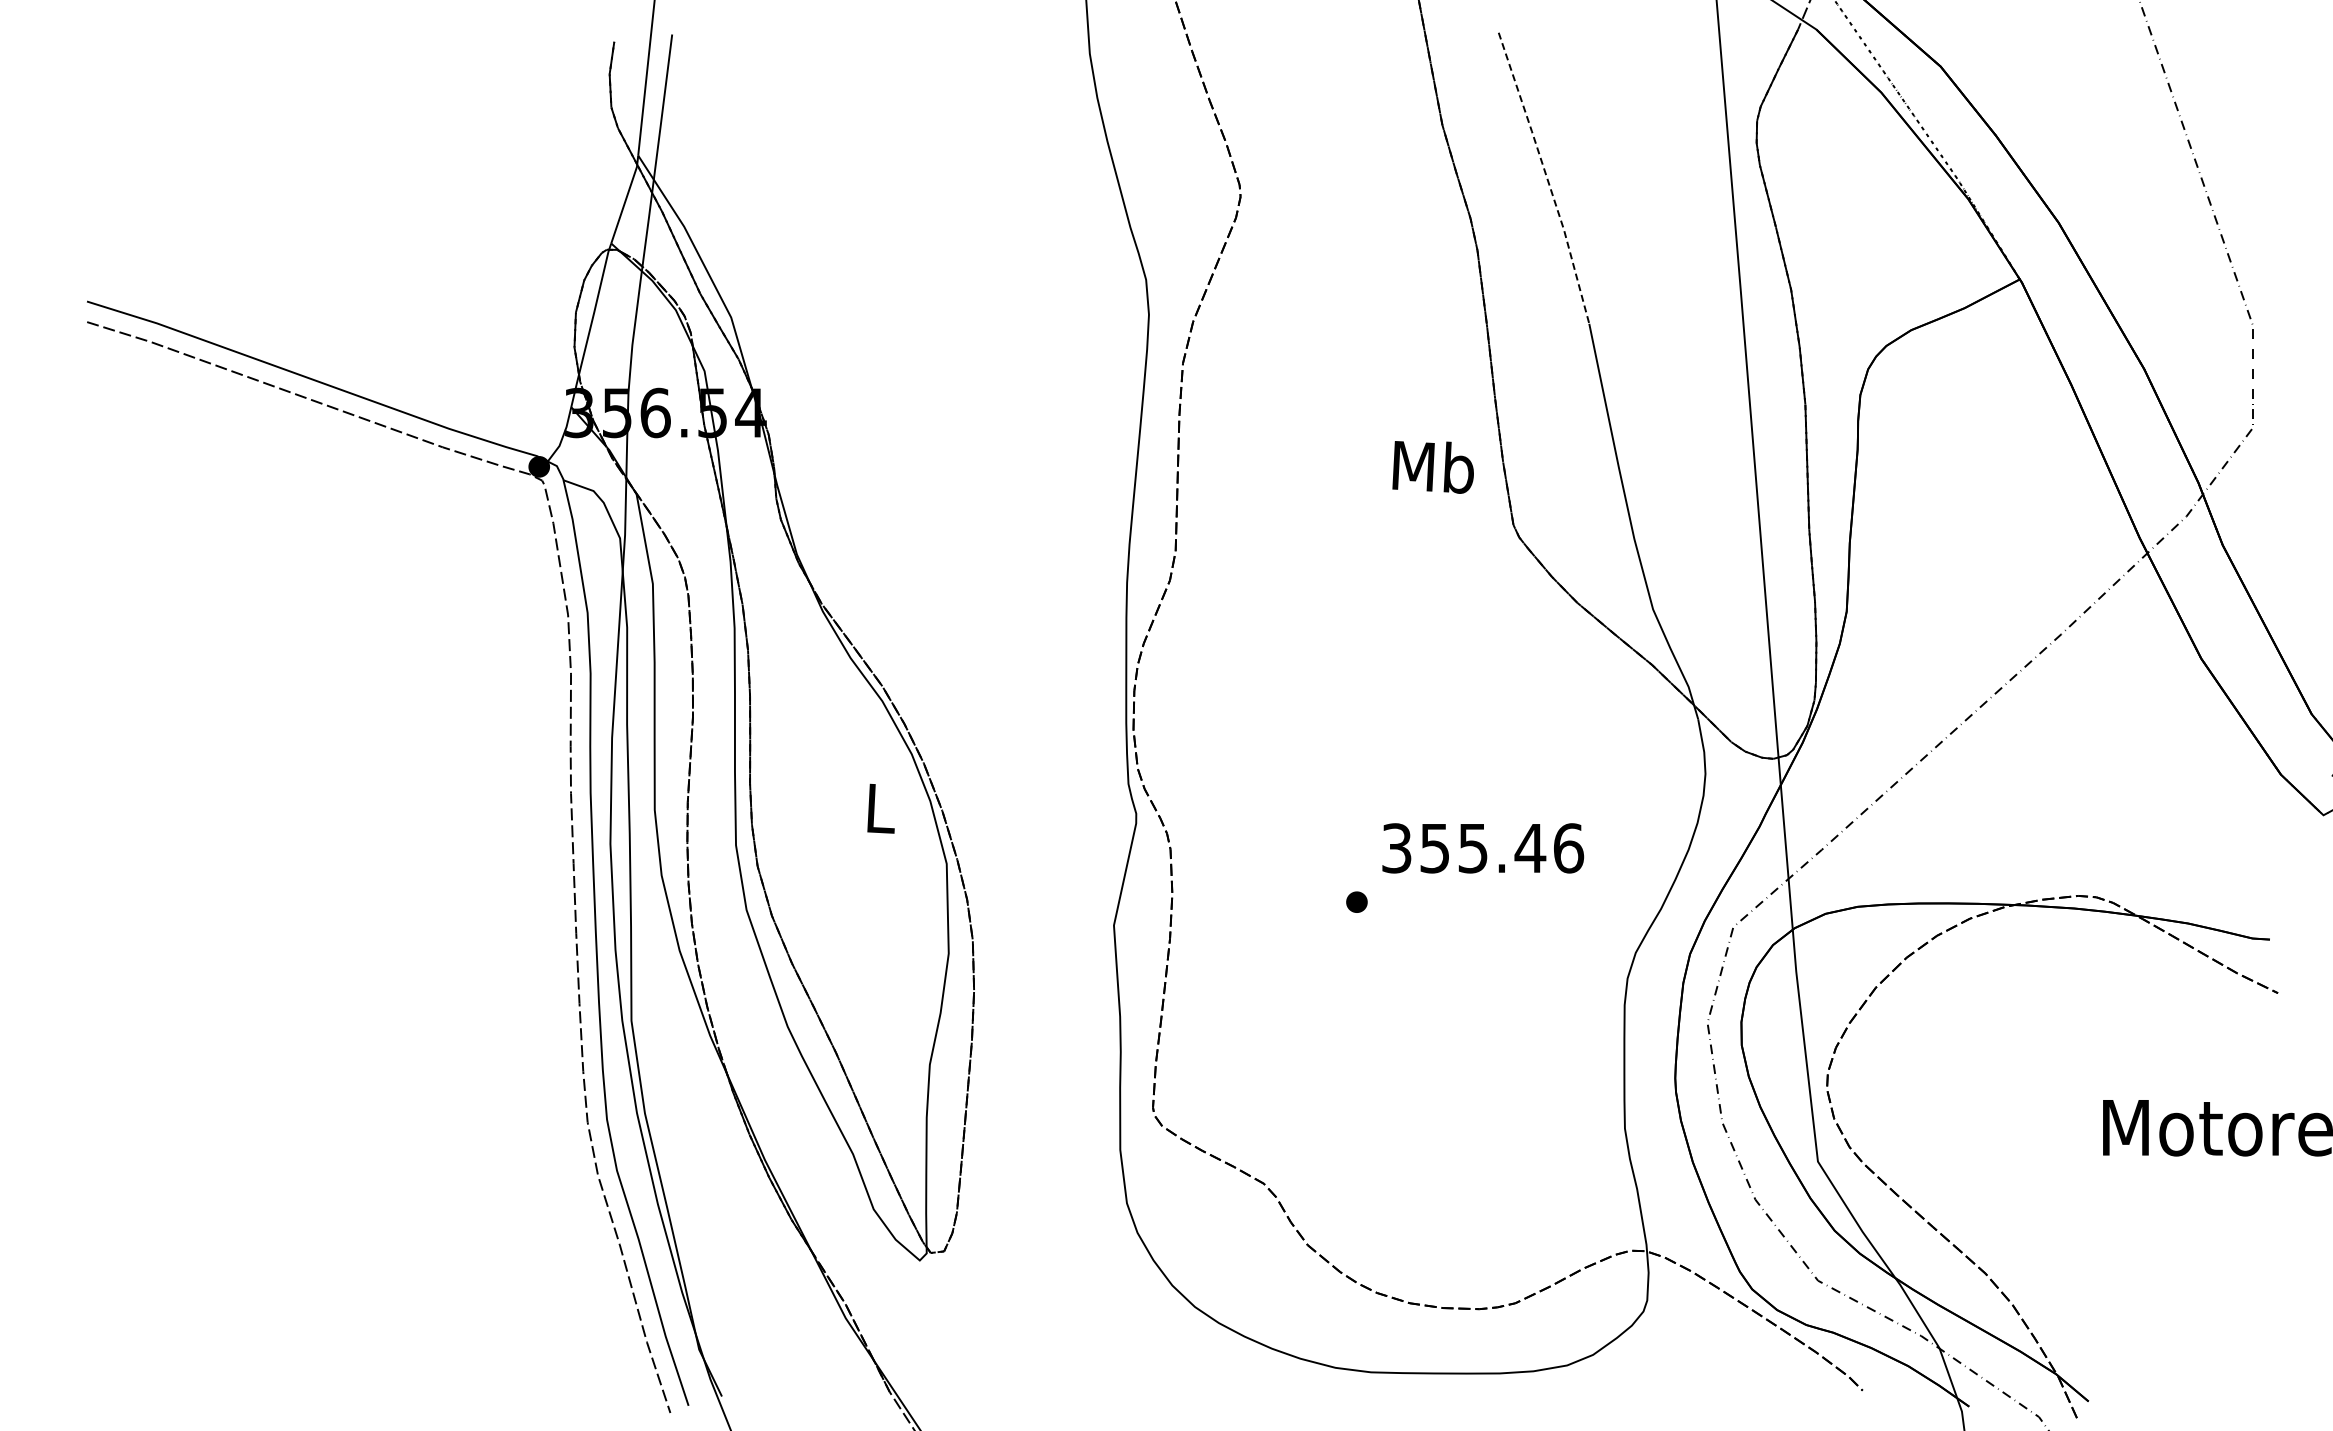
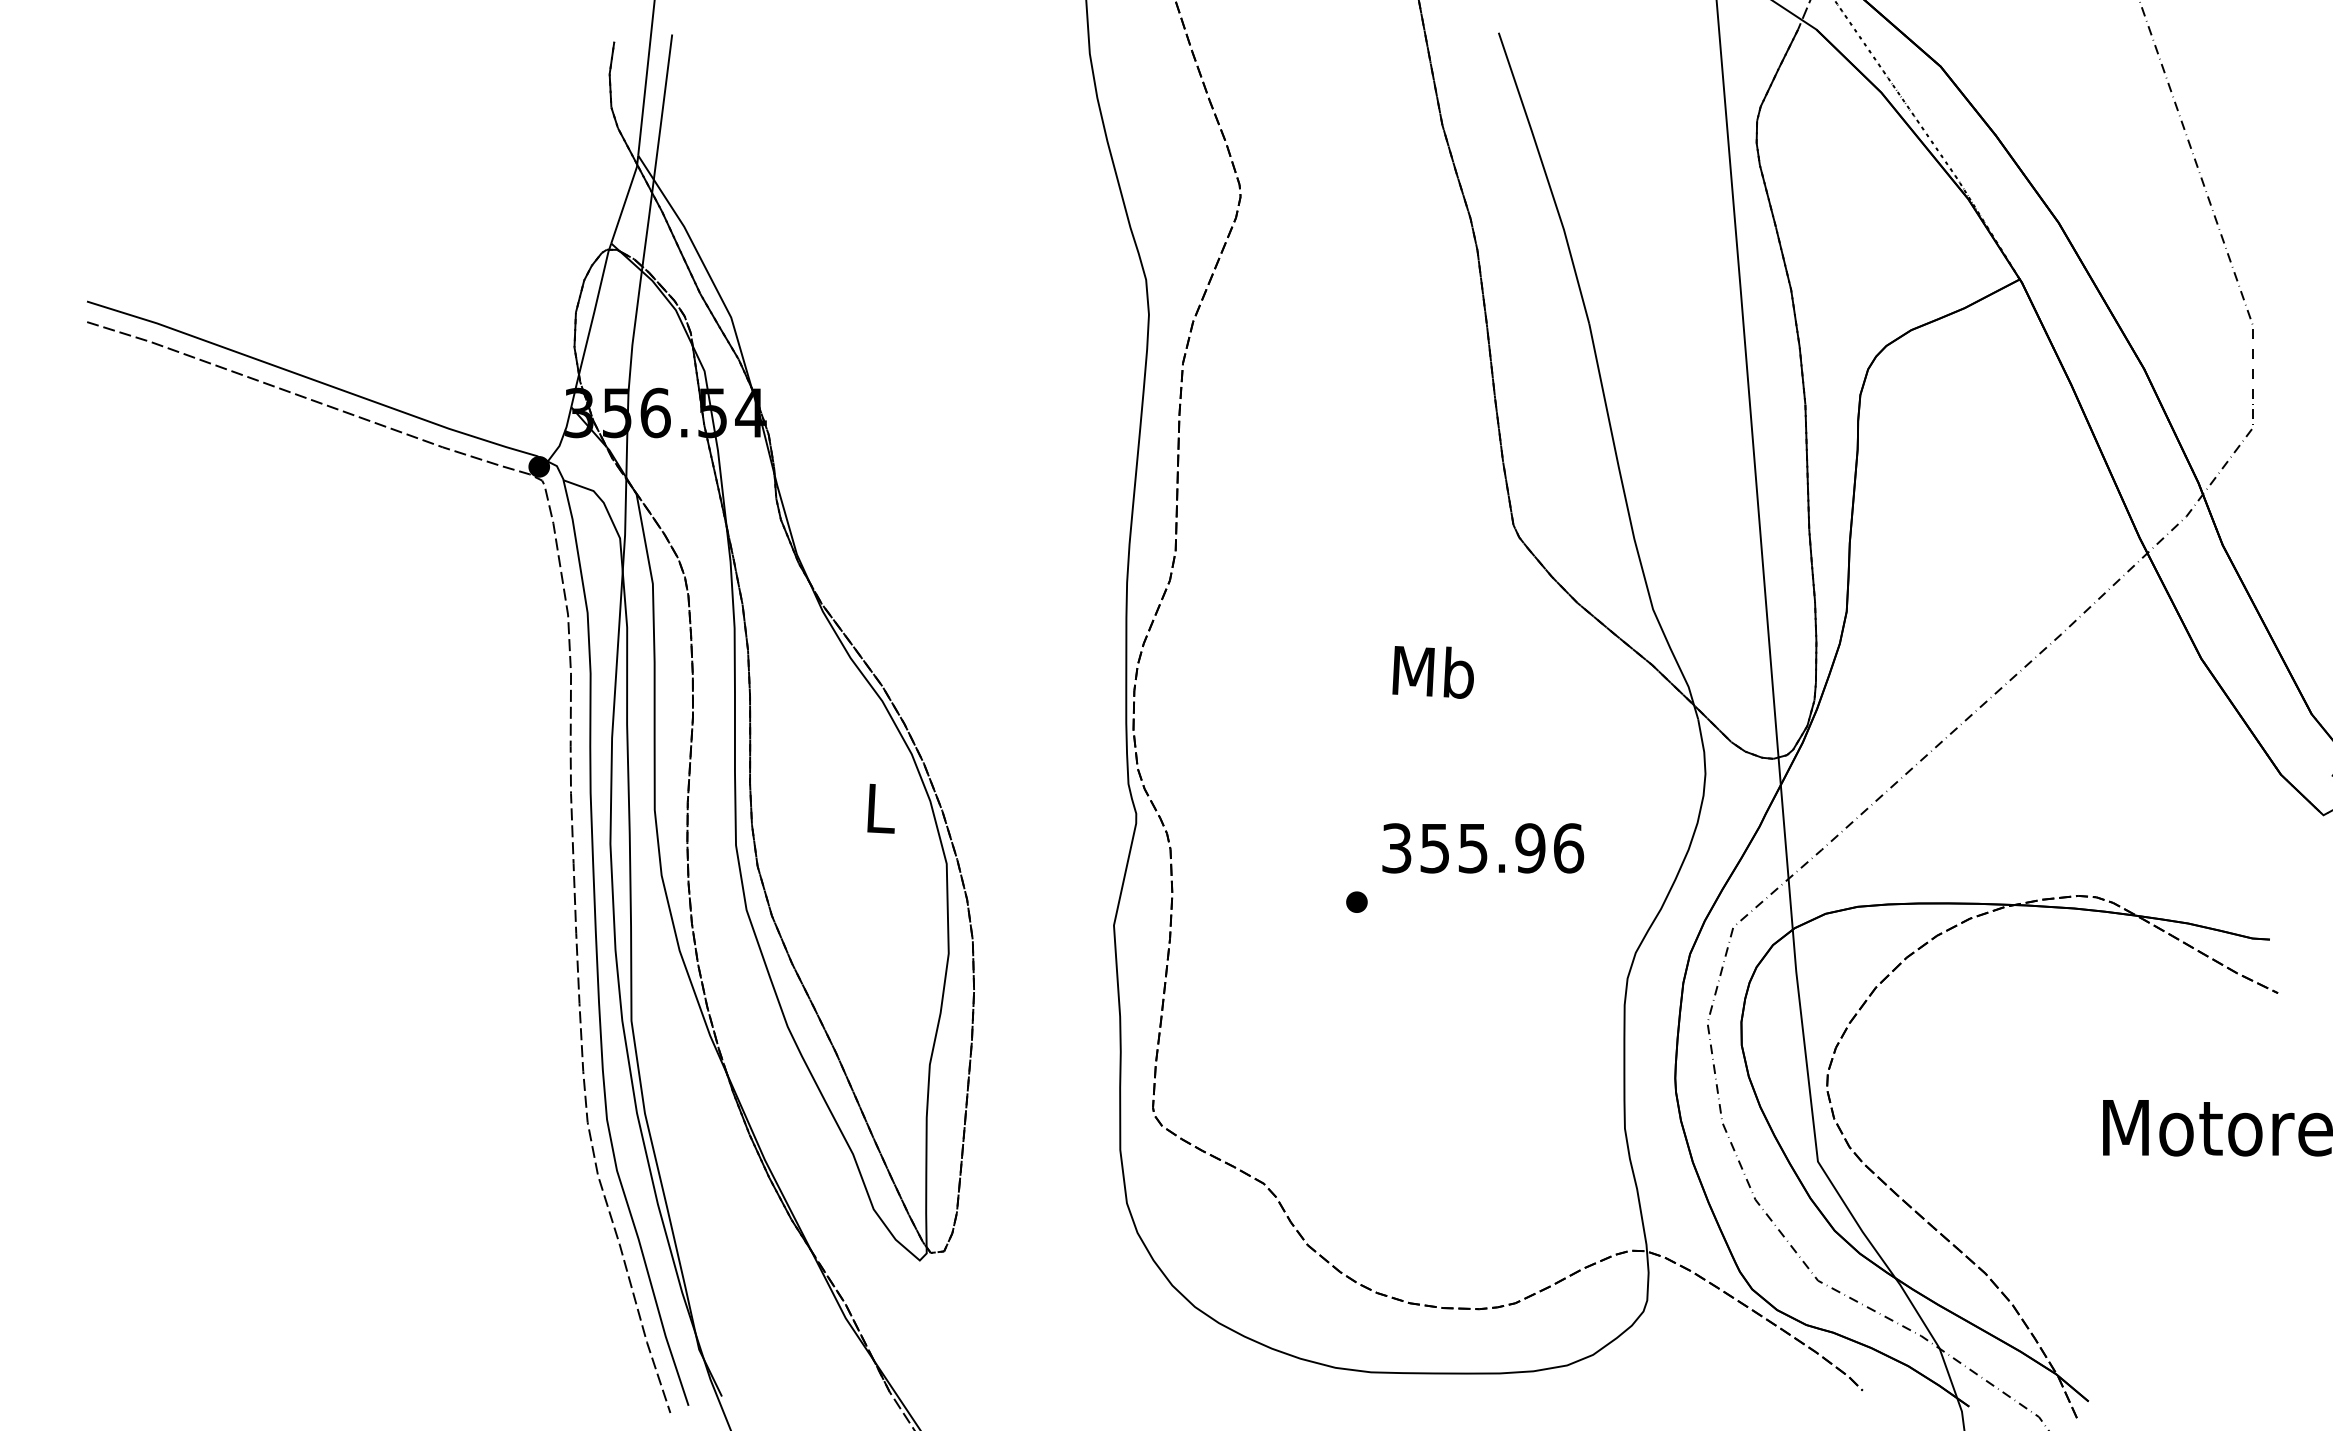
line at (1546, 177): dashed -> solid
text at (1432, 467) position: (1432, 467) -> (1432, 672)
text at (1530, 848): 355.46 -> 355.96
